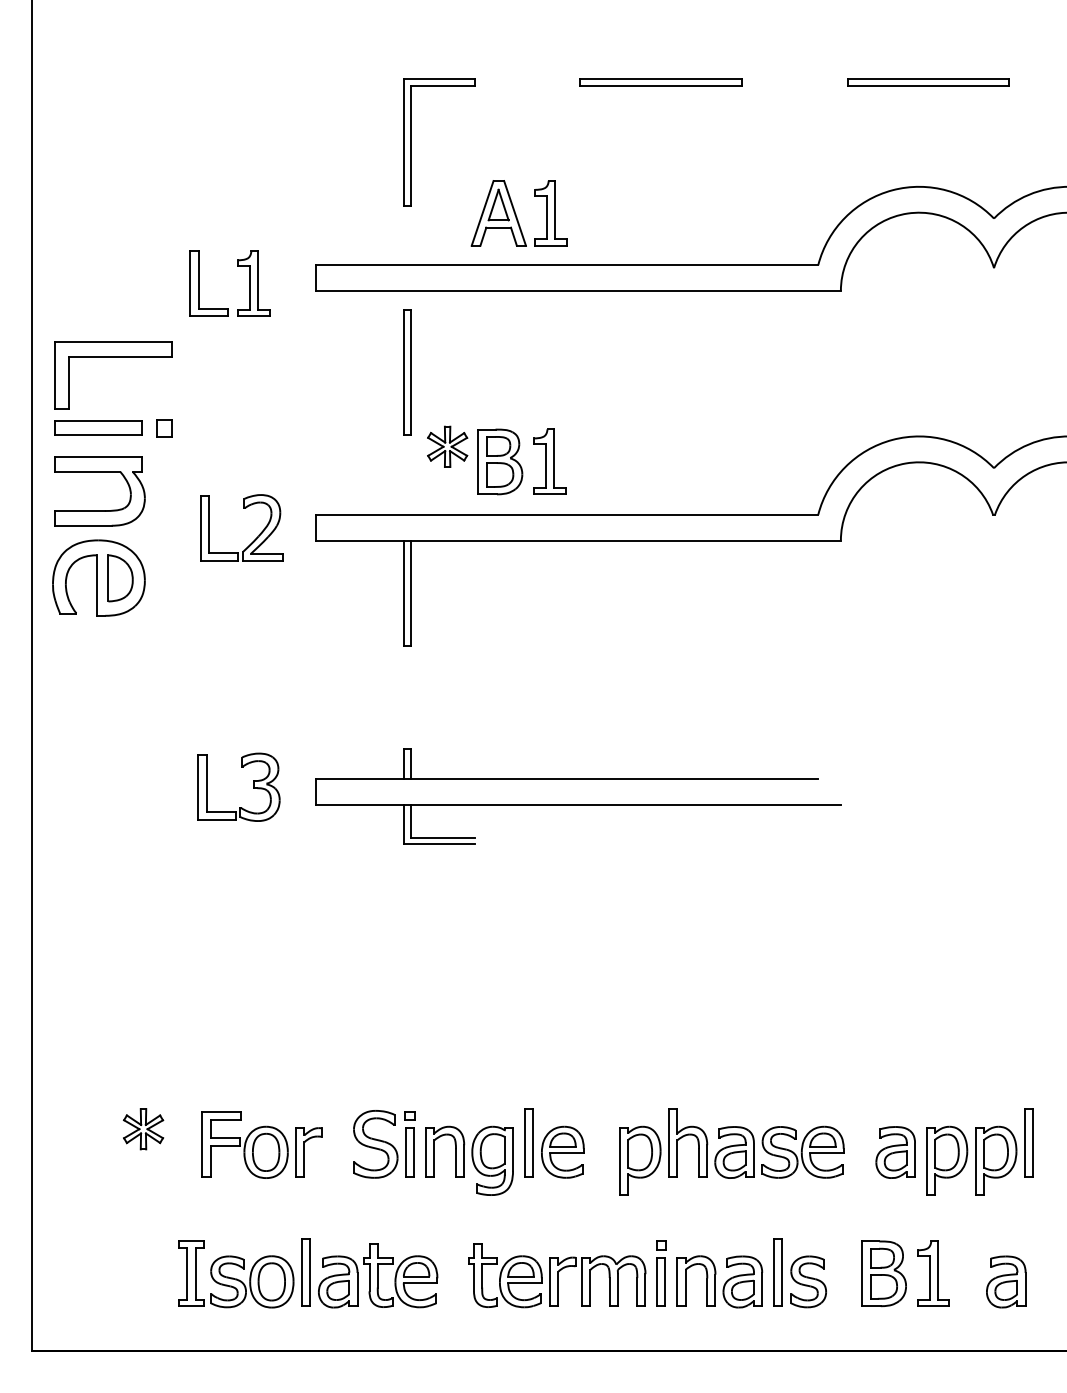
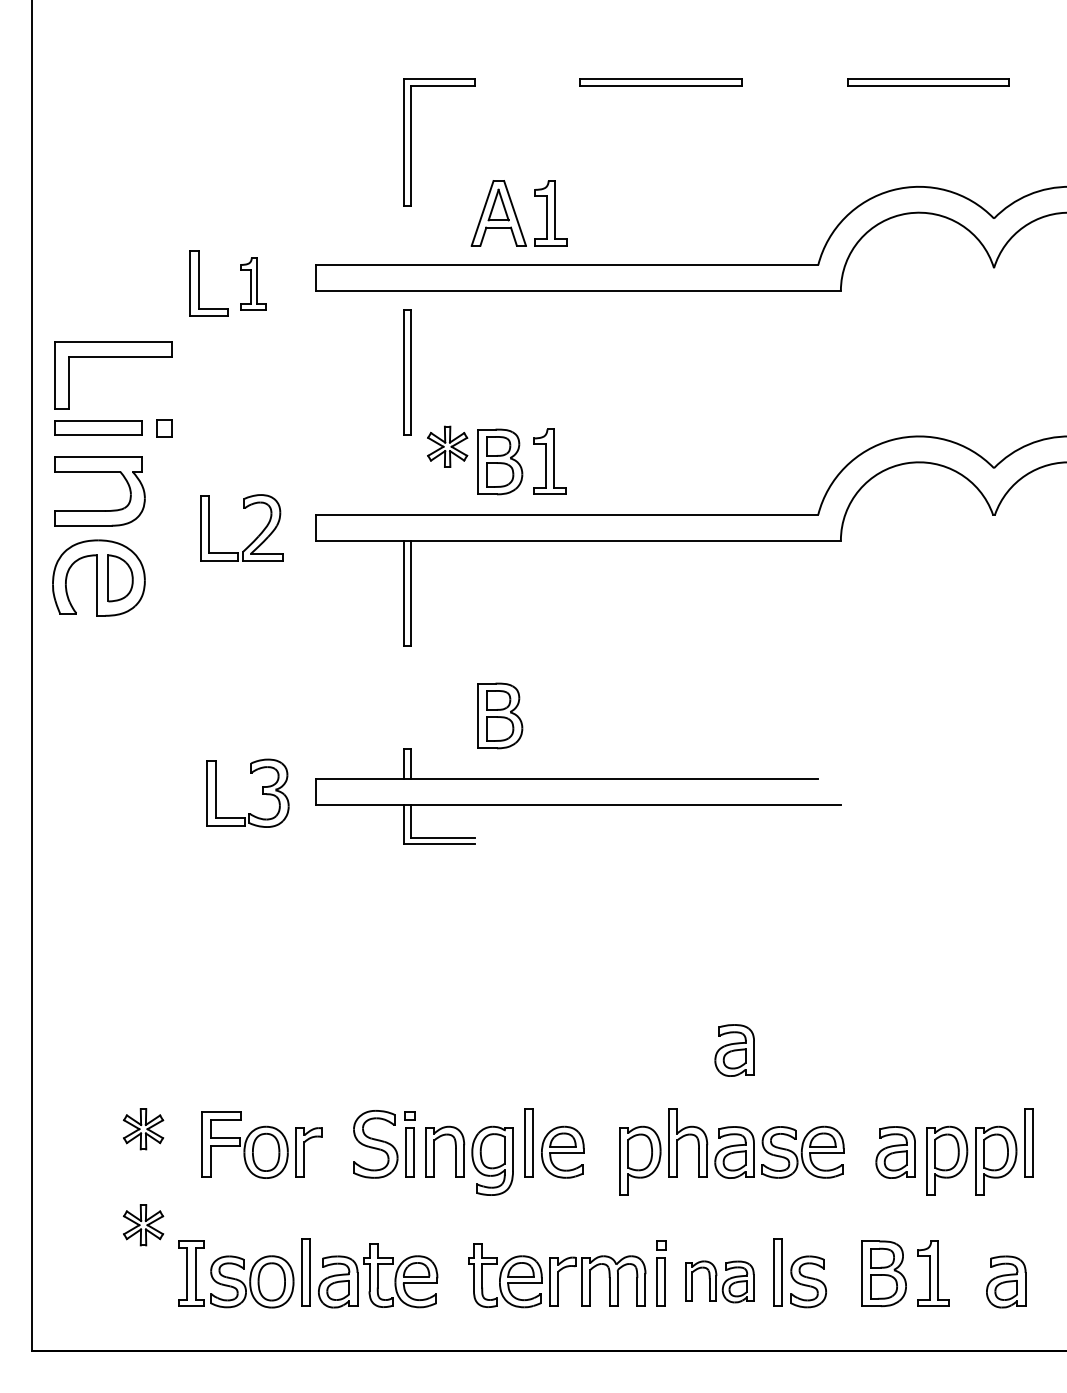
part at (253, 283) size: 34x67 px -> 27x54 px
part at (500, 715): none -> present
part at (253, 786) position: (253, 786) -> (262, 792)
part at (734, 1050): none -> present
part at (143, 1225): none -> present
part at (719, 1281) size: 88x54 px -> 70x44 px
